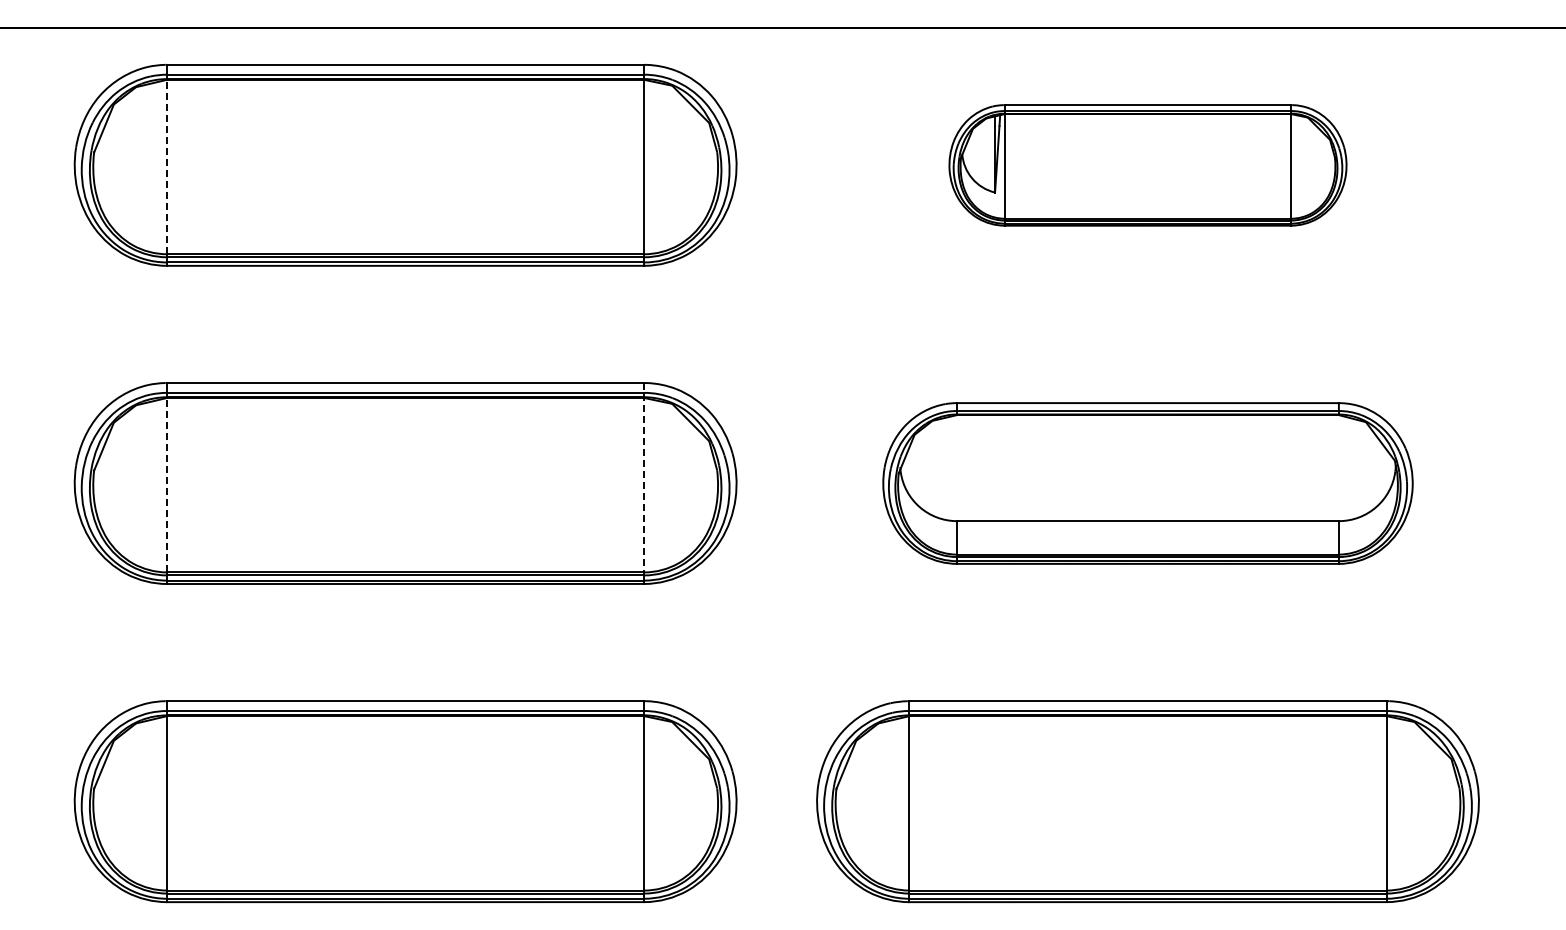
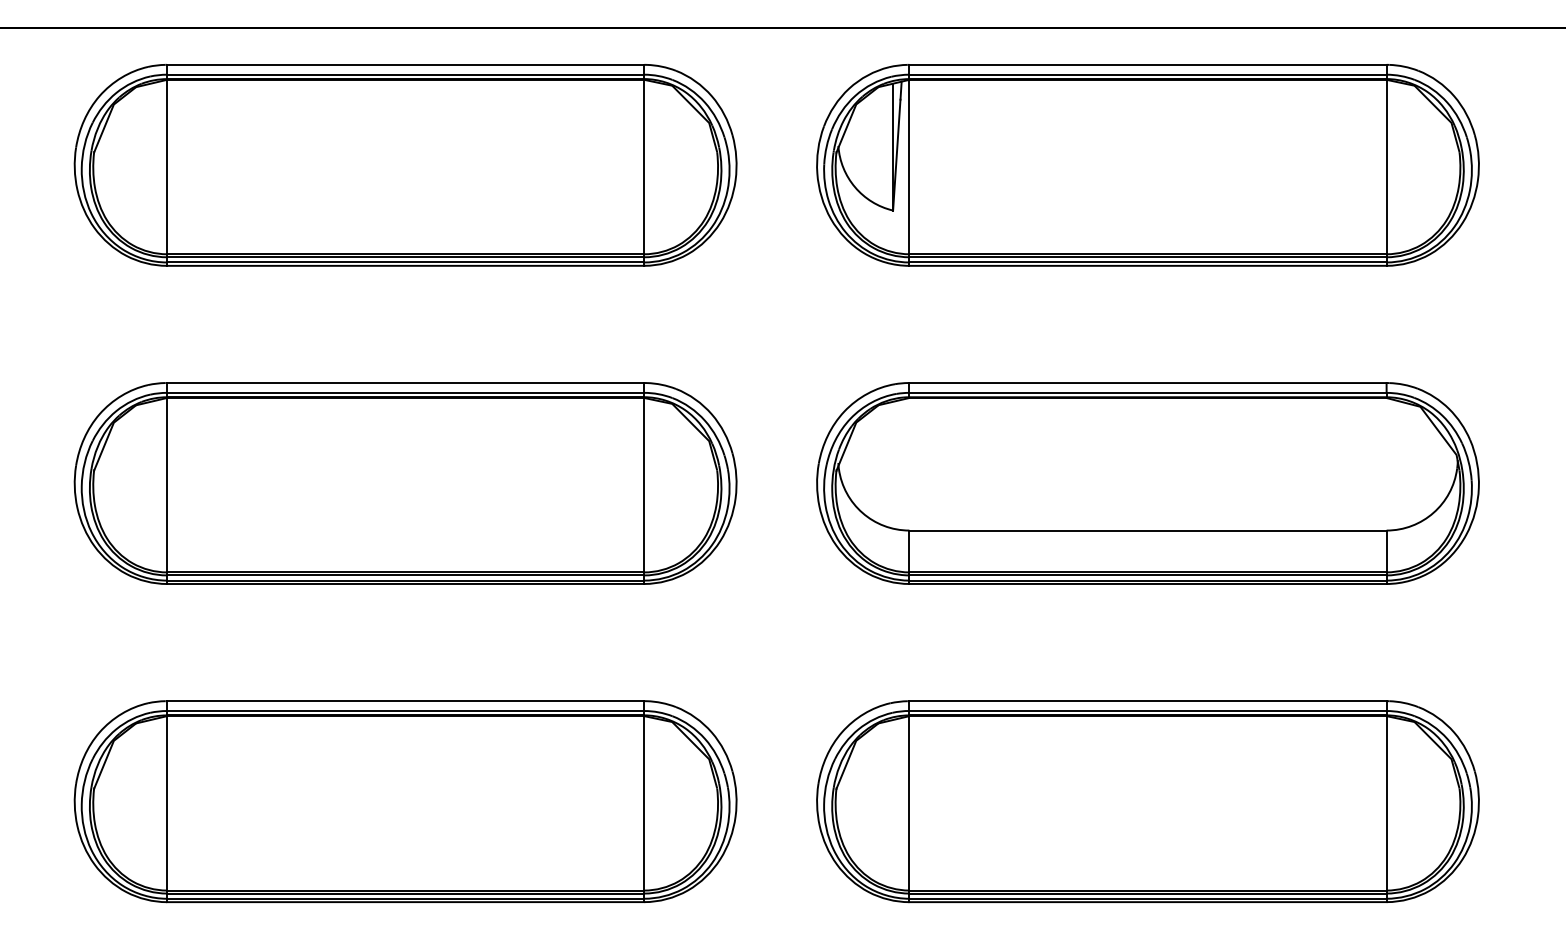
part at (1147, 165) size: 400x123 px -> 664x203 px
line at (167, 166): dashed -> solid
line at (644, 479): dashed -> solid
part at (1147, 483) size: 532x163 px -> 664x203 px
line at (167, 484): dashed -> solid
